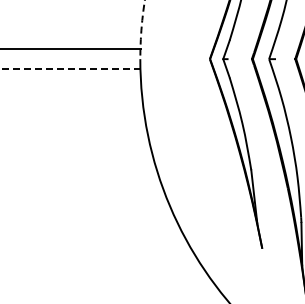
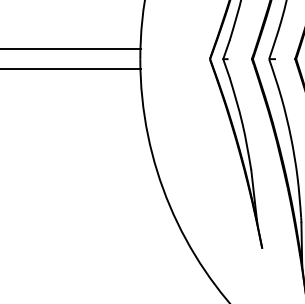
arc at (141, 29): dashed -> solid
line at (70, 69): dashed -> solid
